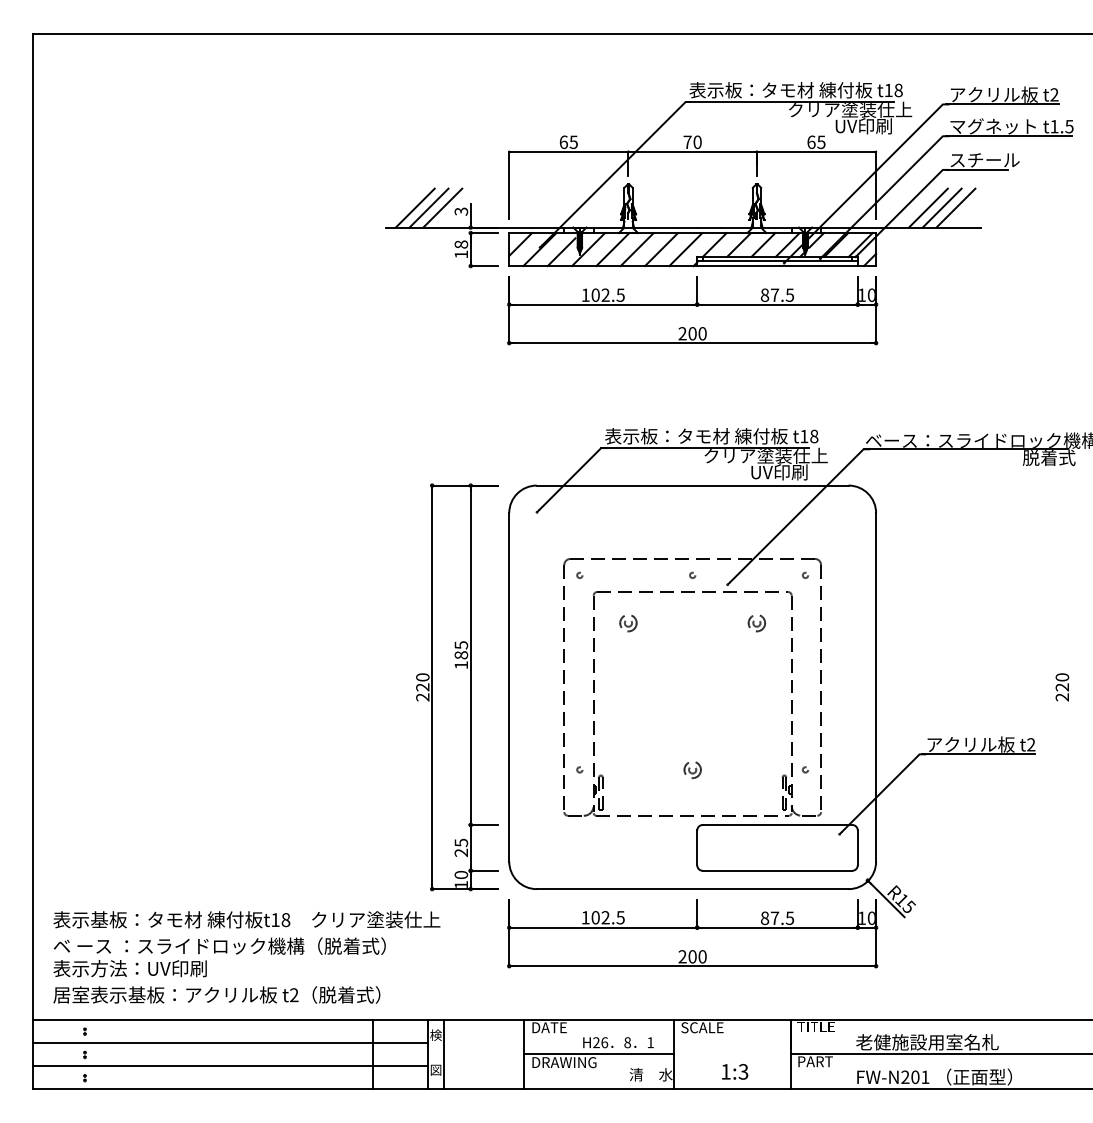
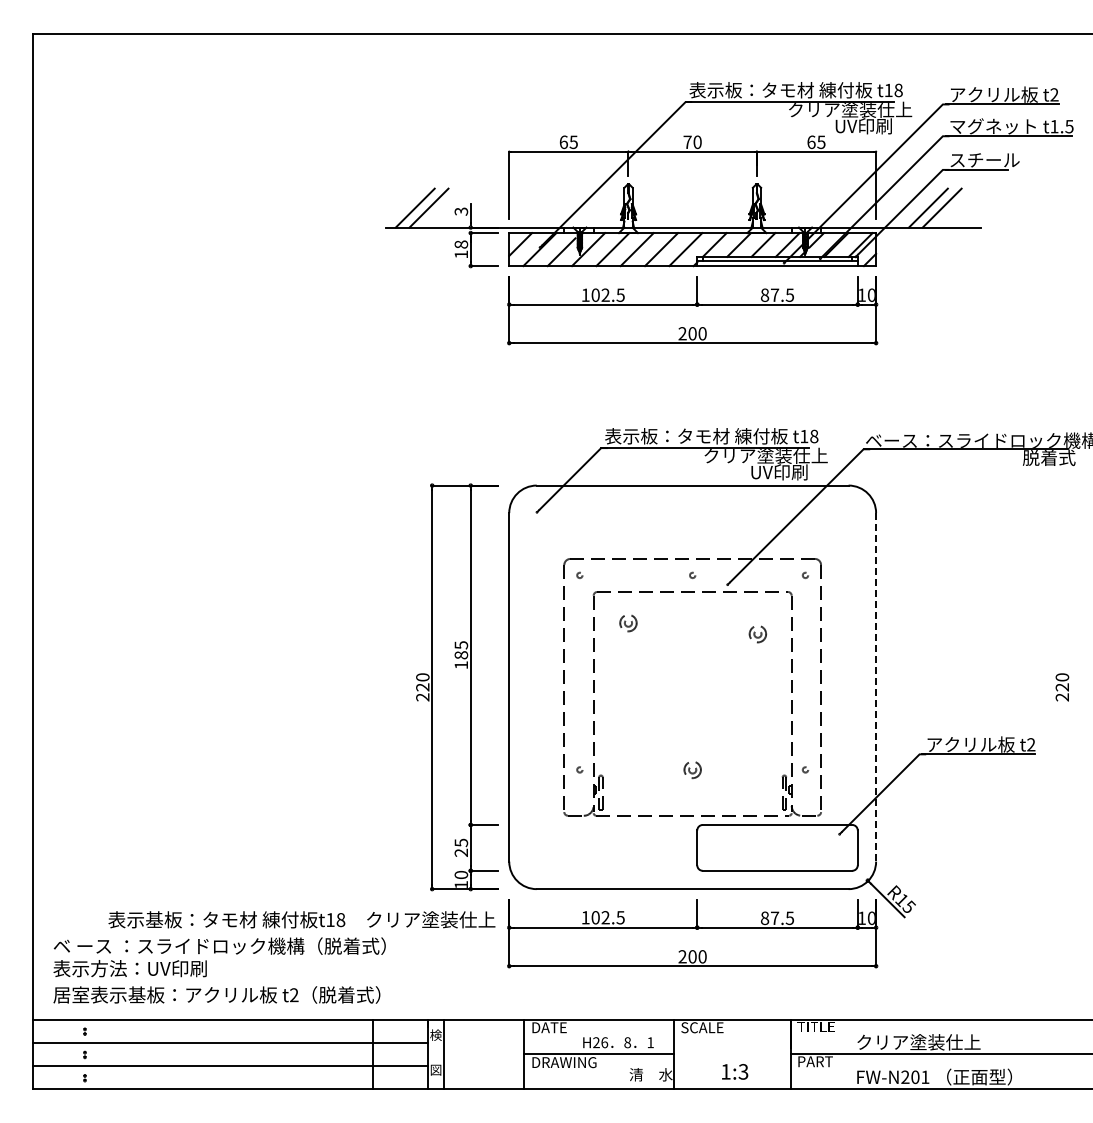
line at (442, 207): present -> none
line at (955, 207): present -> none
part at (756, 623) position: (756, 623) -> (757, 634)
line at (876, 687): solid -> dashed
text at (246, 919) position: (246, 919) -> (301, 919)
text at (927, 1042): 老健施設用室名札 -> クリア塗装仕上
